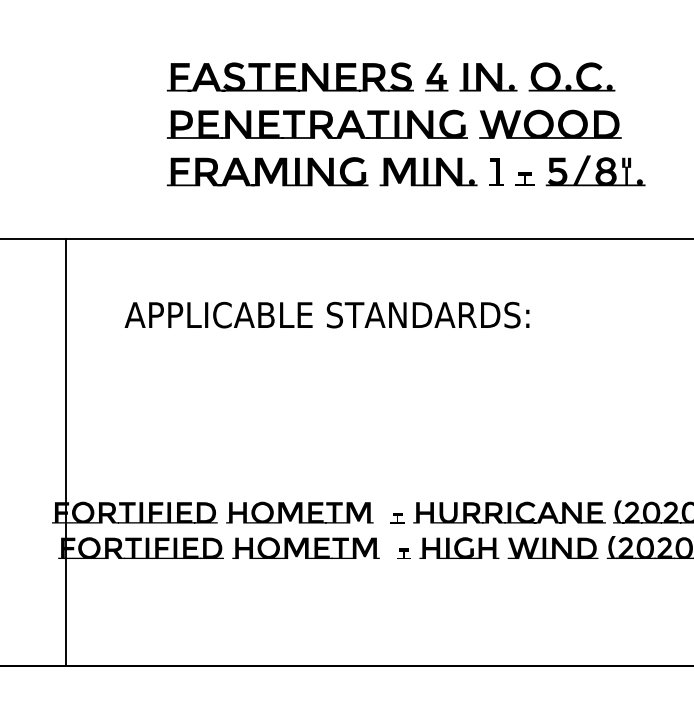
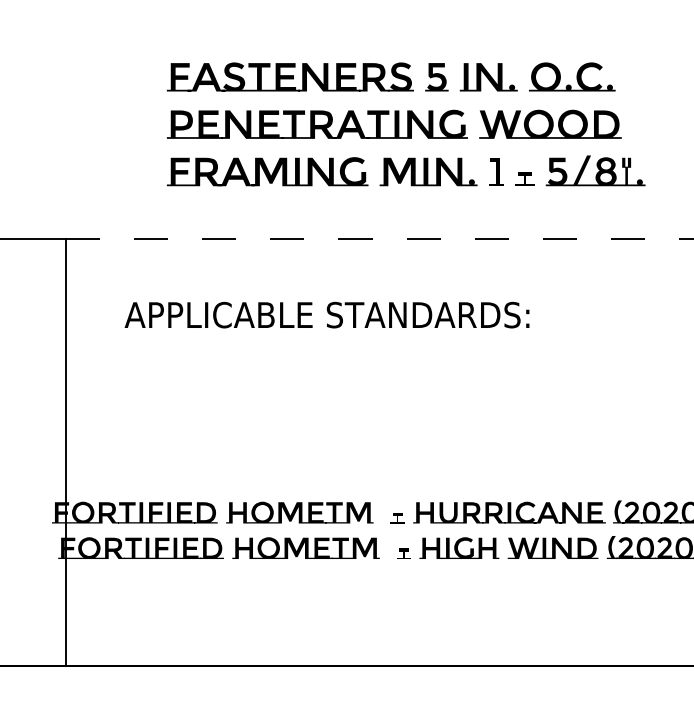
text at (520, 77): 4 -> 5
line at (380, 239): solid -> dashed
